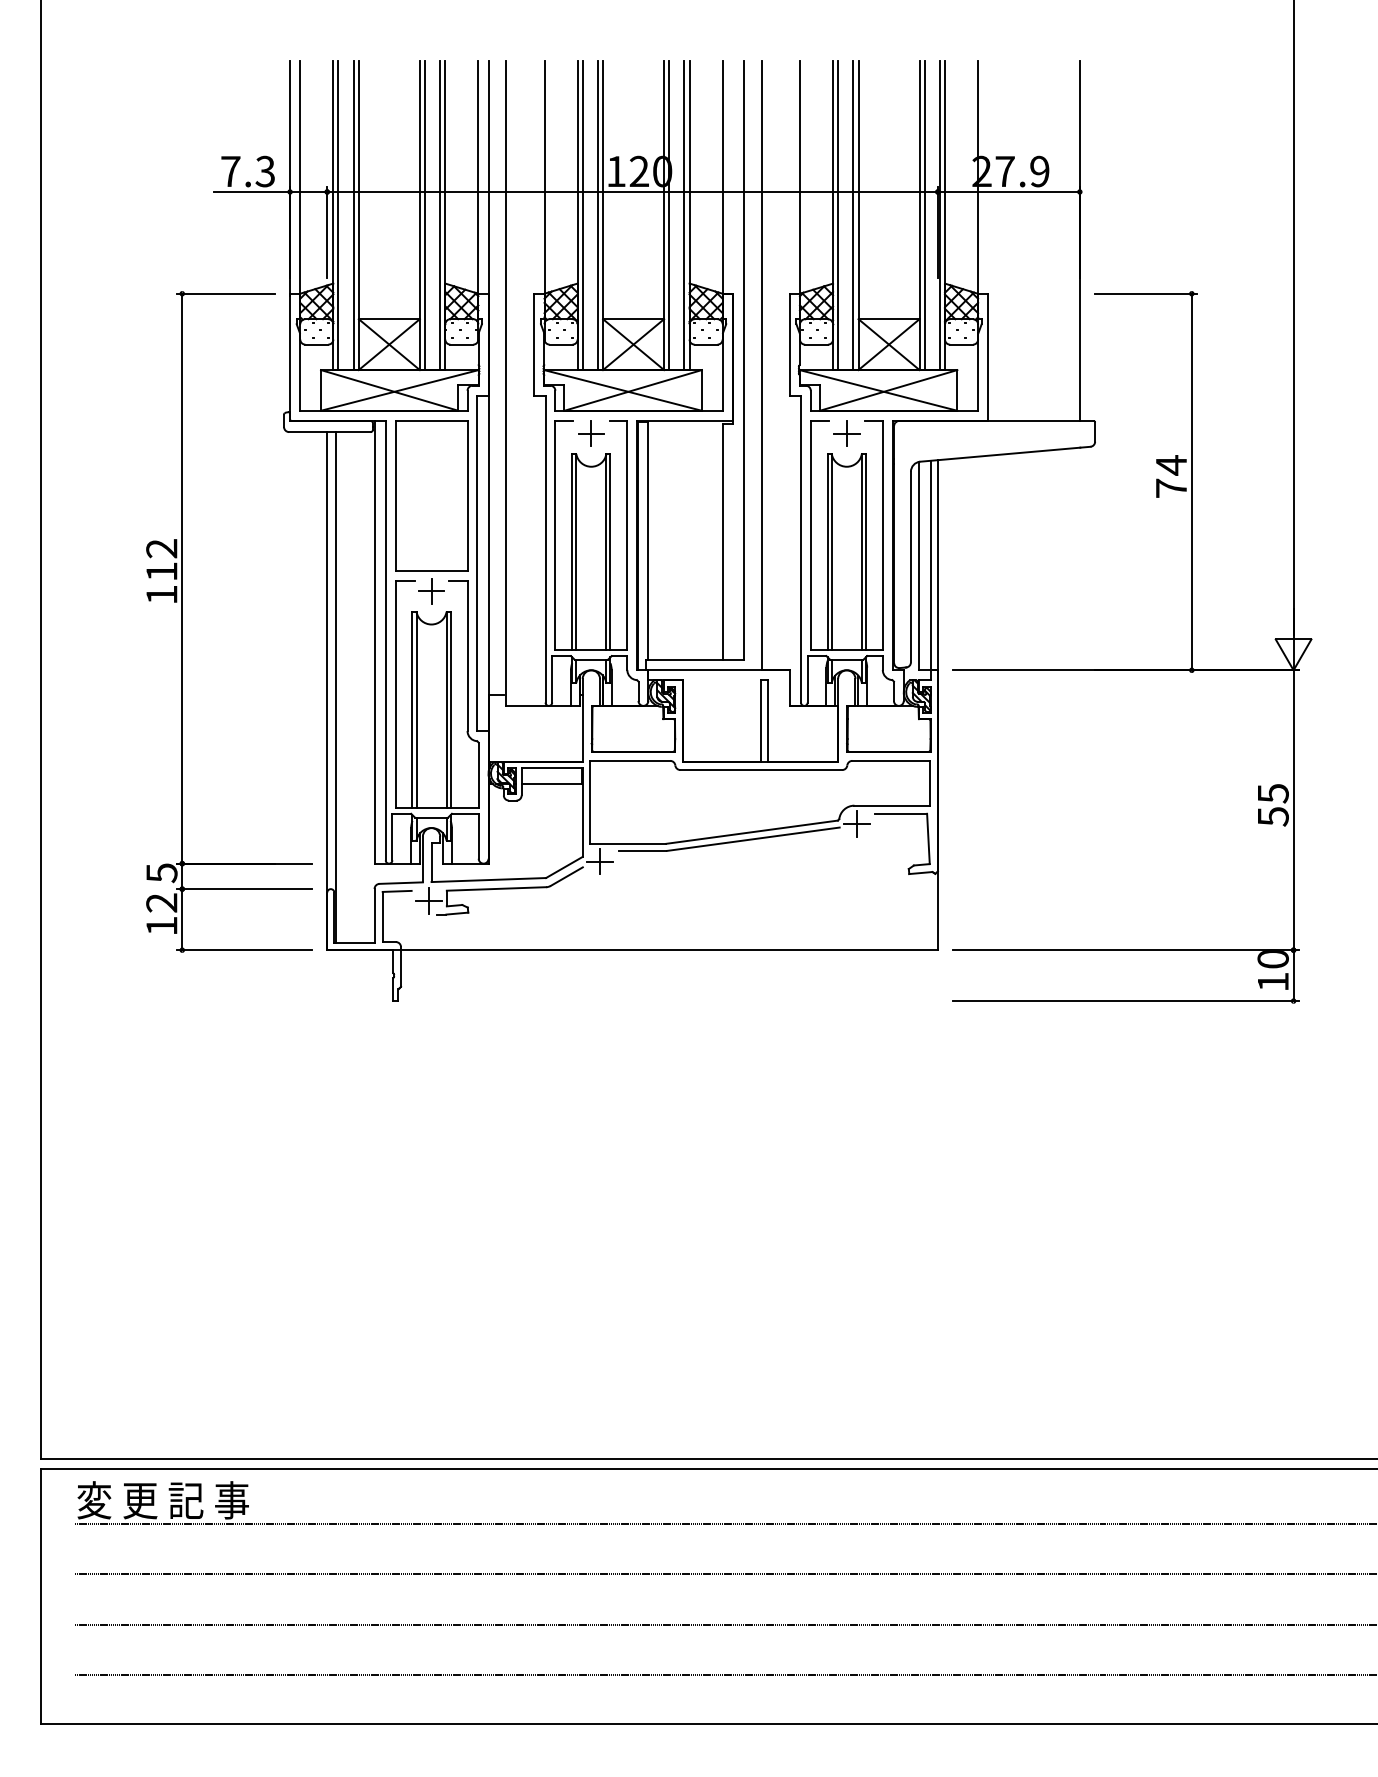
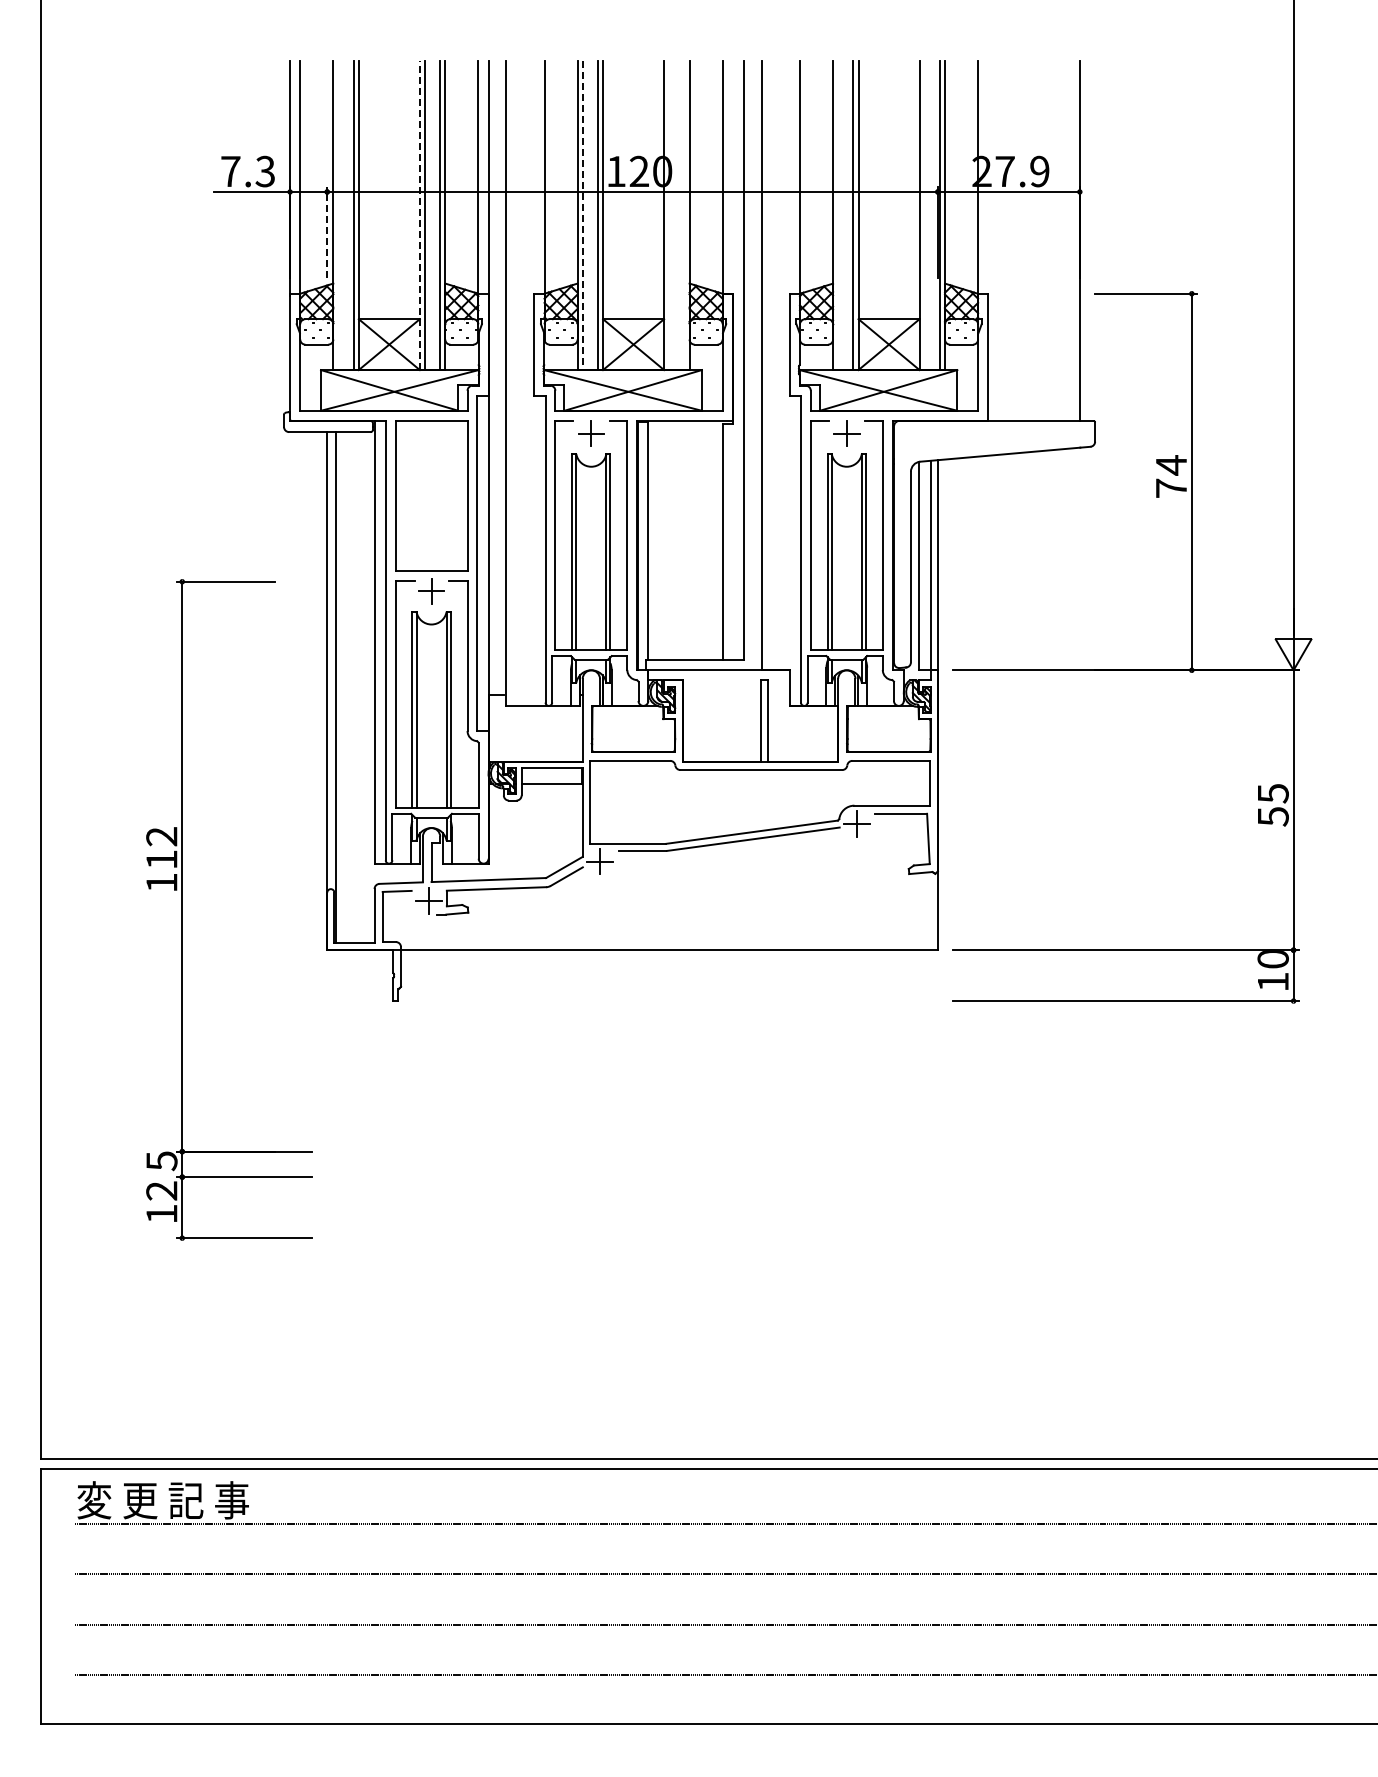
line at (338, 215): present -> none
line at (419, 215): solid -> dashed
line at (582, 215): solid -> dashed
line at (669, 215): present -> none
line at (684, 215): present -> none
line at (838, 215): present -> none
line at (924, 215): present -> none
line at (327, 232): solid -> dashed
part at (182, 621) position: (182, 621) -> (182, 909)
